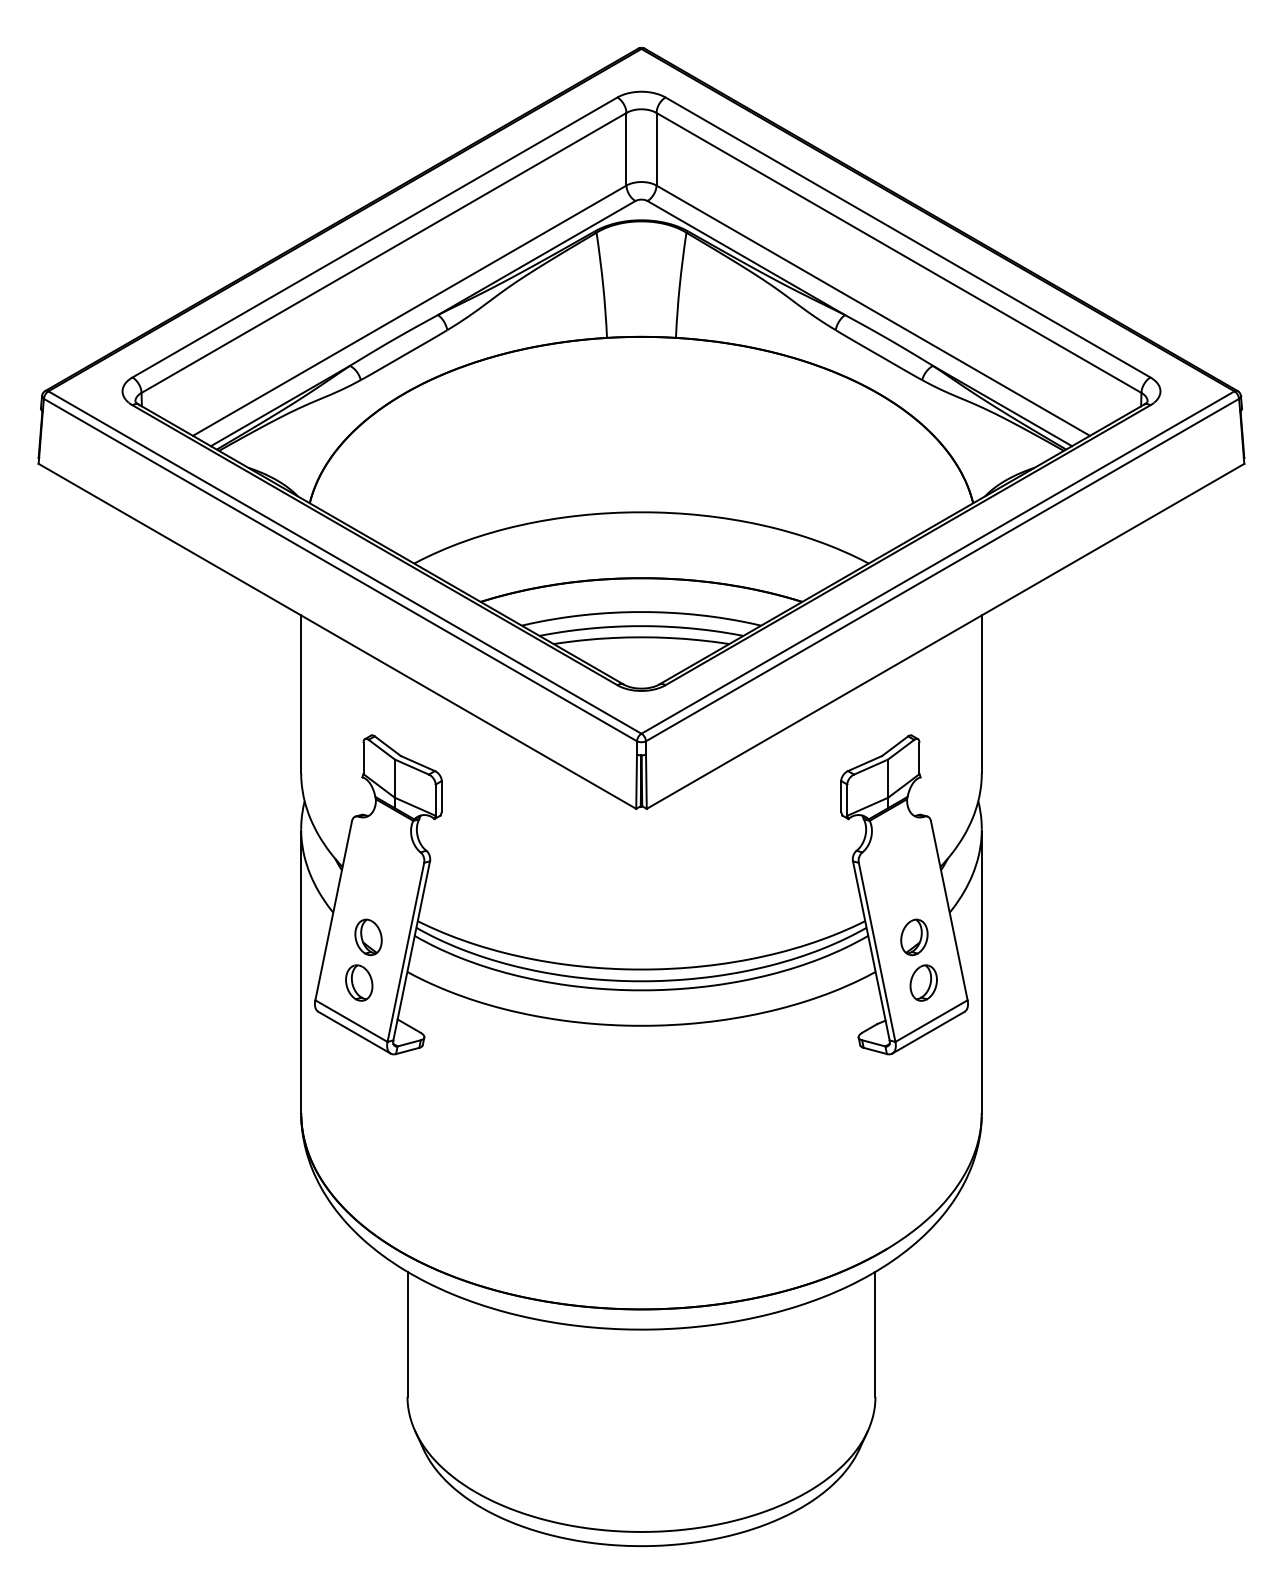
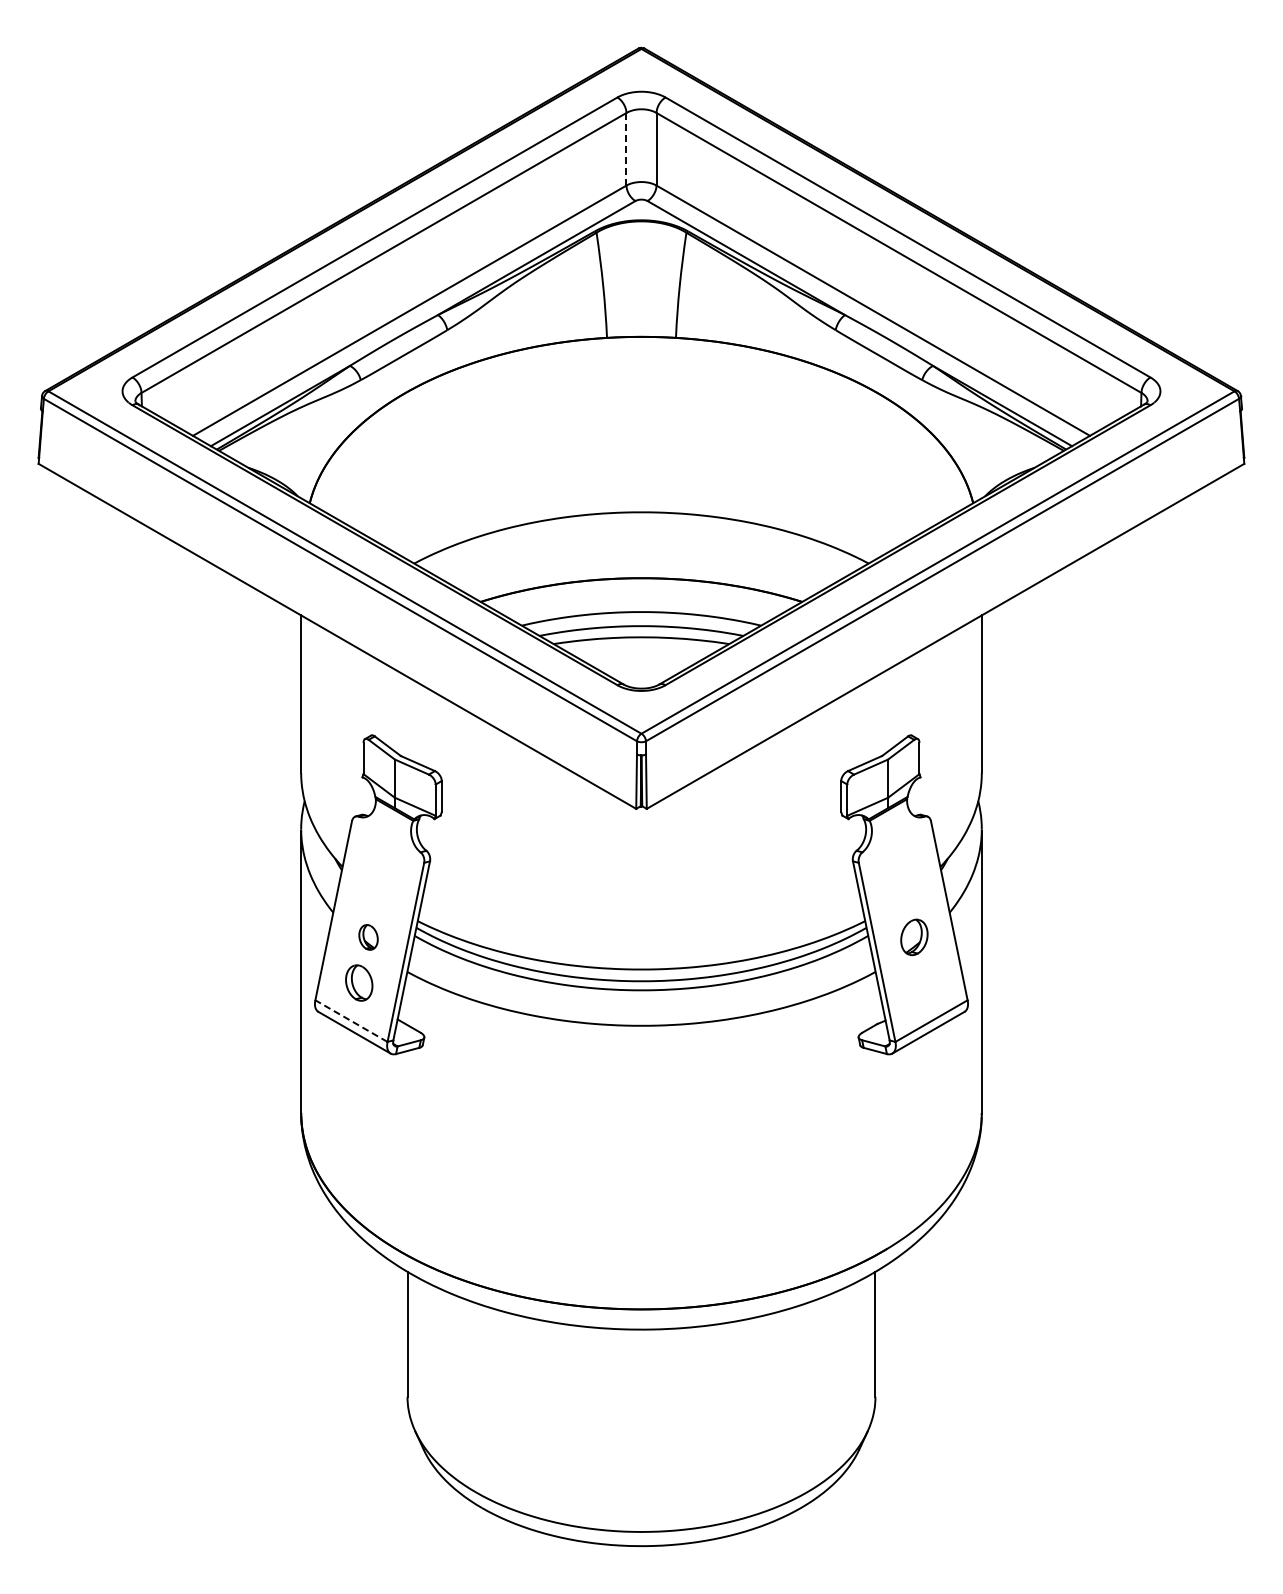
line at (626, 148): solid -> dashed
part at (368, 937) size: 29x39 px -> 21x27 px
part at (923, 982): present -> none
line at (351, 1021): solid -> dashed
